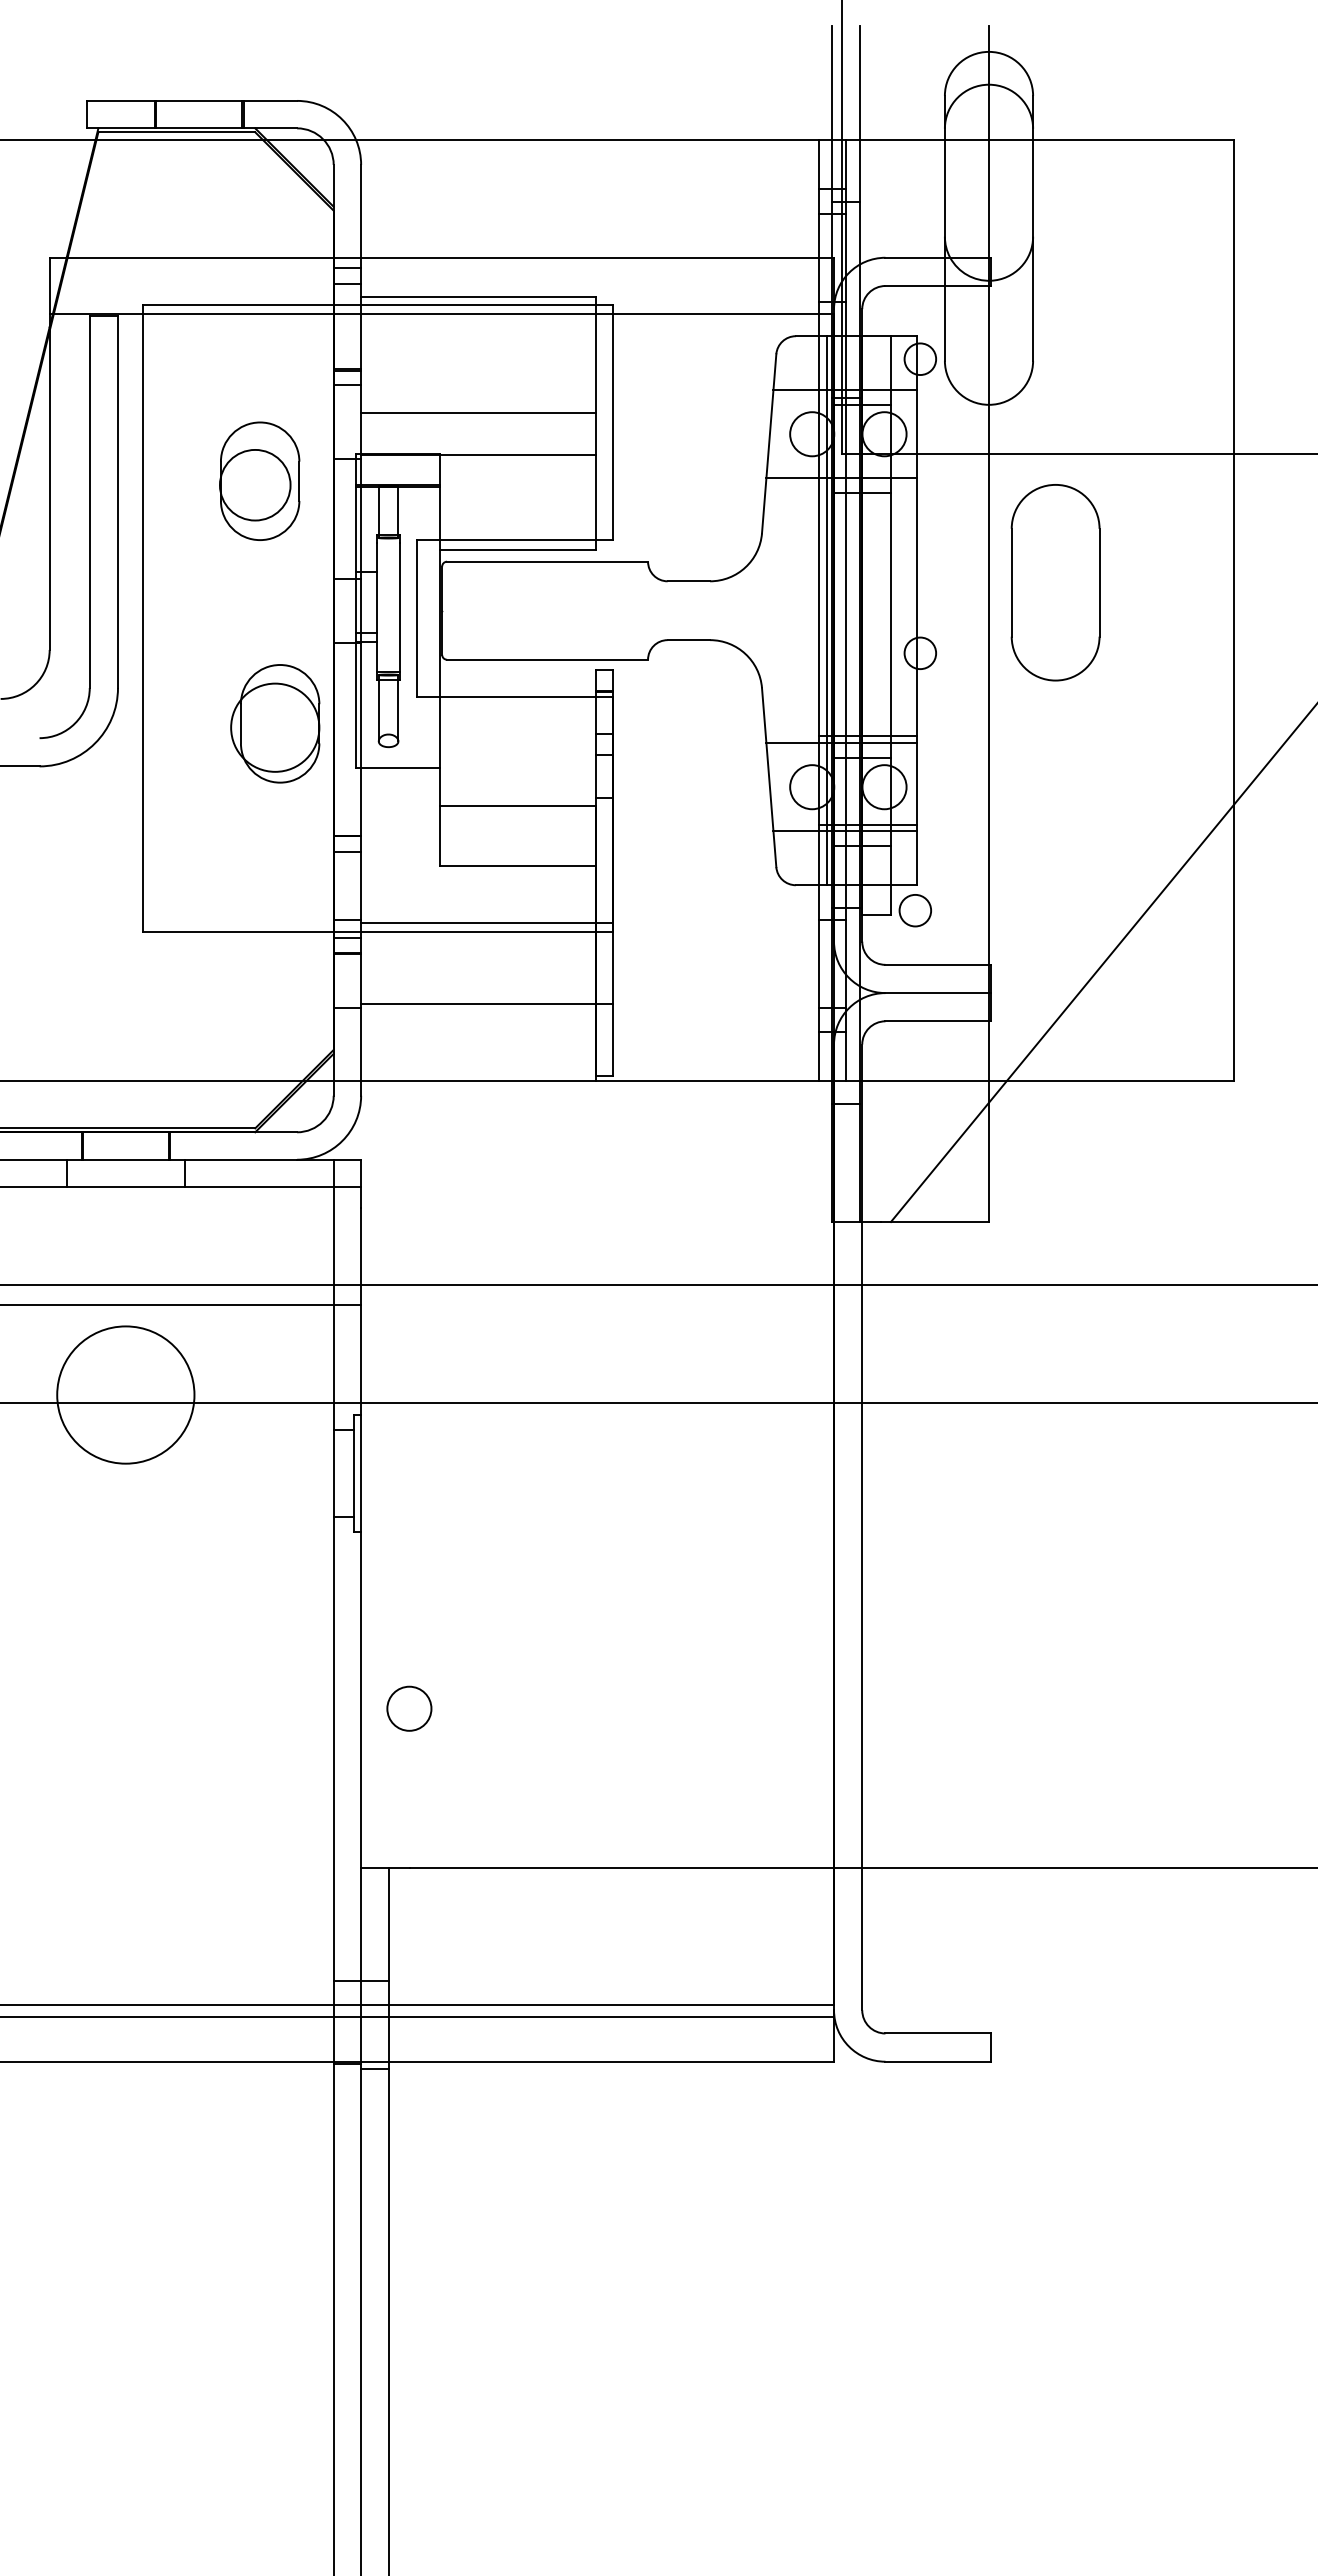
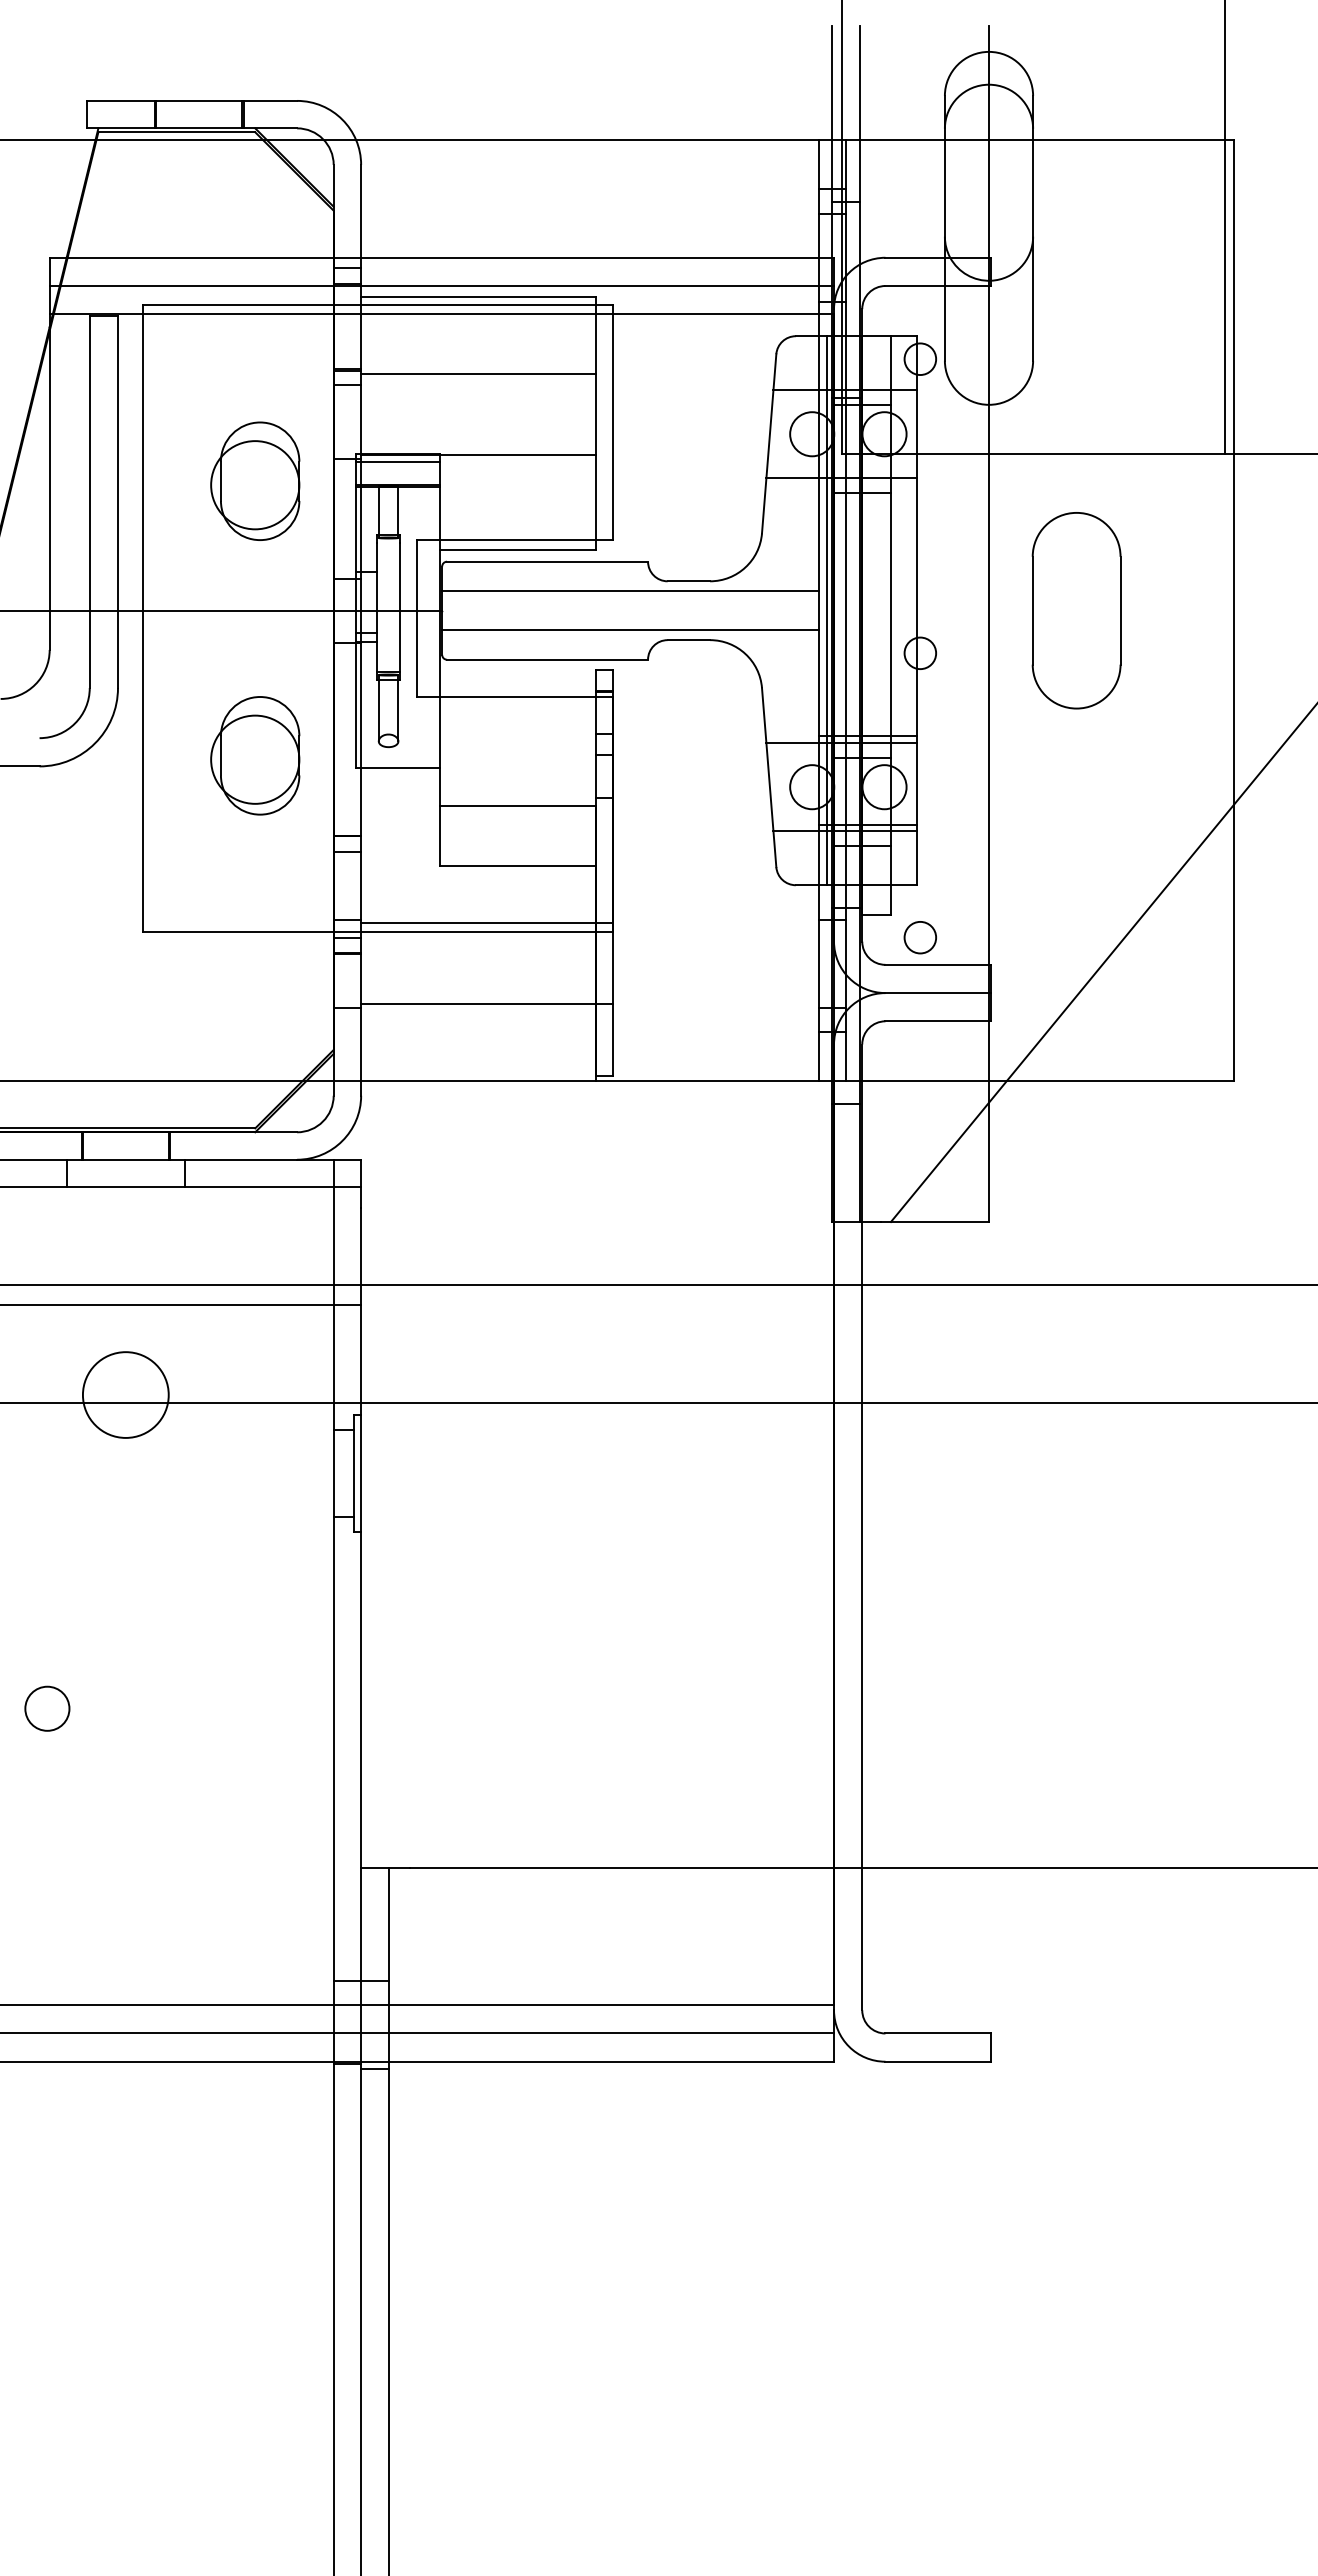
line at (1224, 227): none -> present
line at (441, 286): none -> present
line at (478, 413) position: (478, 413) -> (478, 374)
line at (397, 462): none -> present
circle at (254, 484) diameter: 71 px -> 88 px
part at (1055, 582) position: (1055, 582) -> (1076, 610)
line at (630, 591): none -> present
line at (222, 610): none -> present
line at (630, 630): none -> present
part at (275, 723) position: (275, 723) -> (255, 755)
circle at (914, 910) position: (914, 910) -> (919, 937)
circle at (125, 1394) diameter: 137 px -> 86 px
circle at (409, 1708) position: (409, 1708) -> (47, 1708)
line at (418, 2017) position: (418, 2017) -> (418, 2033)
